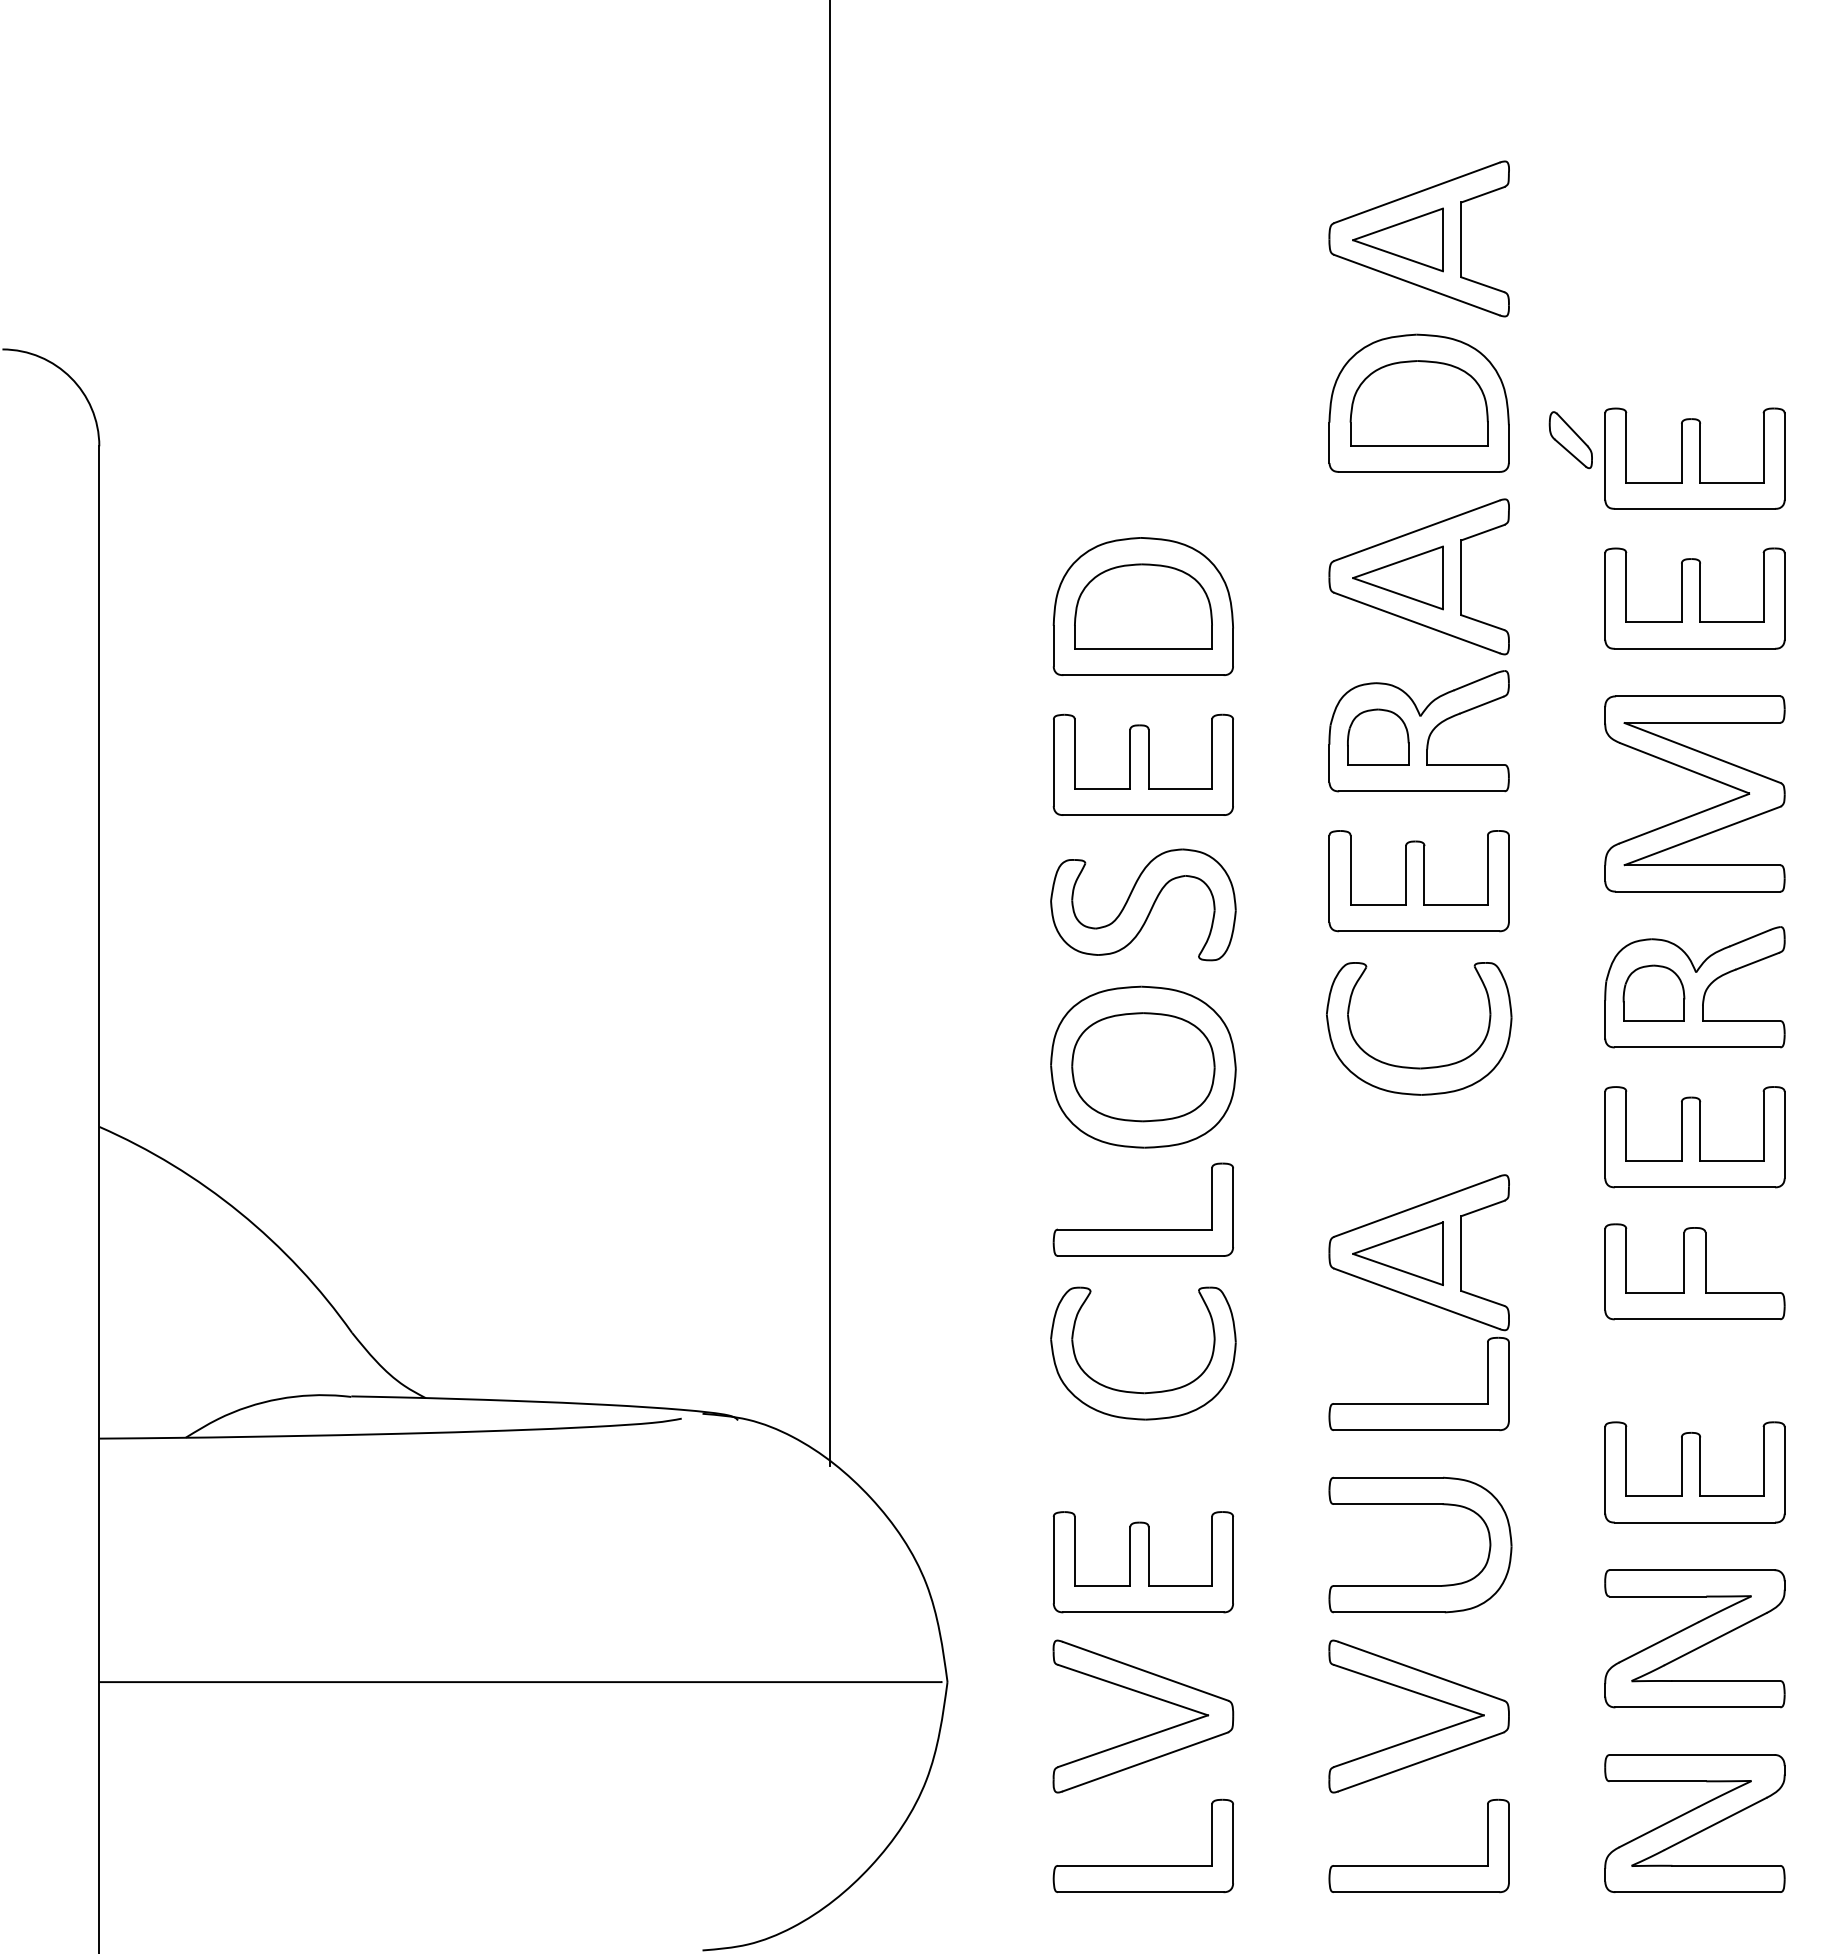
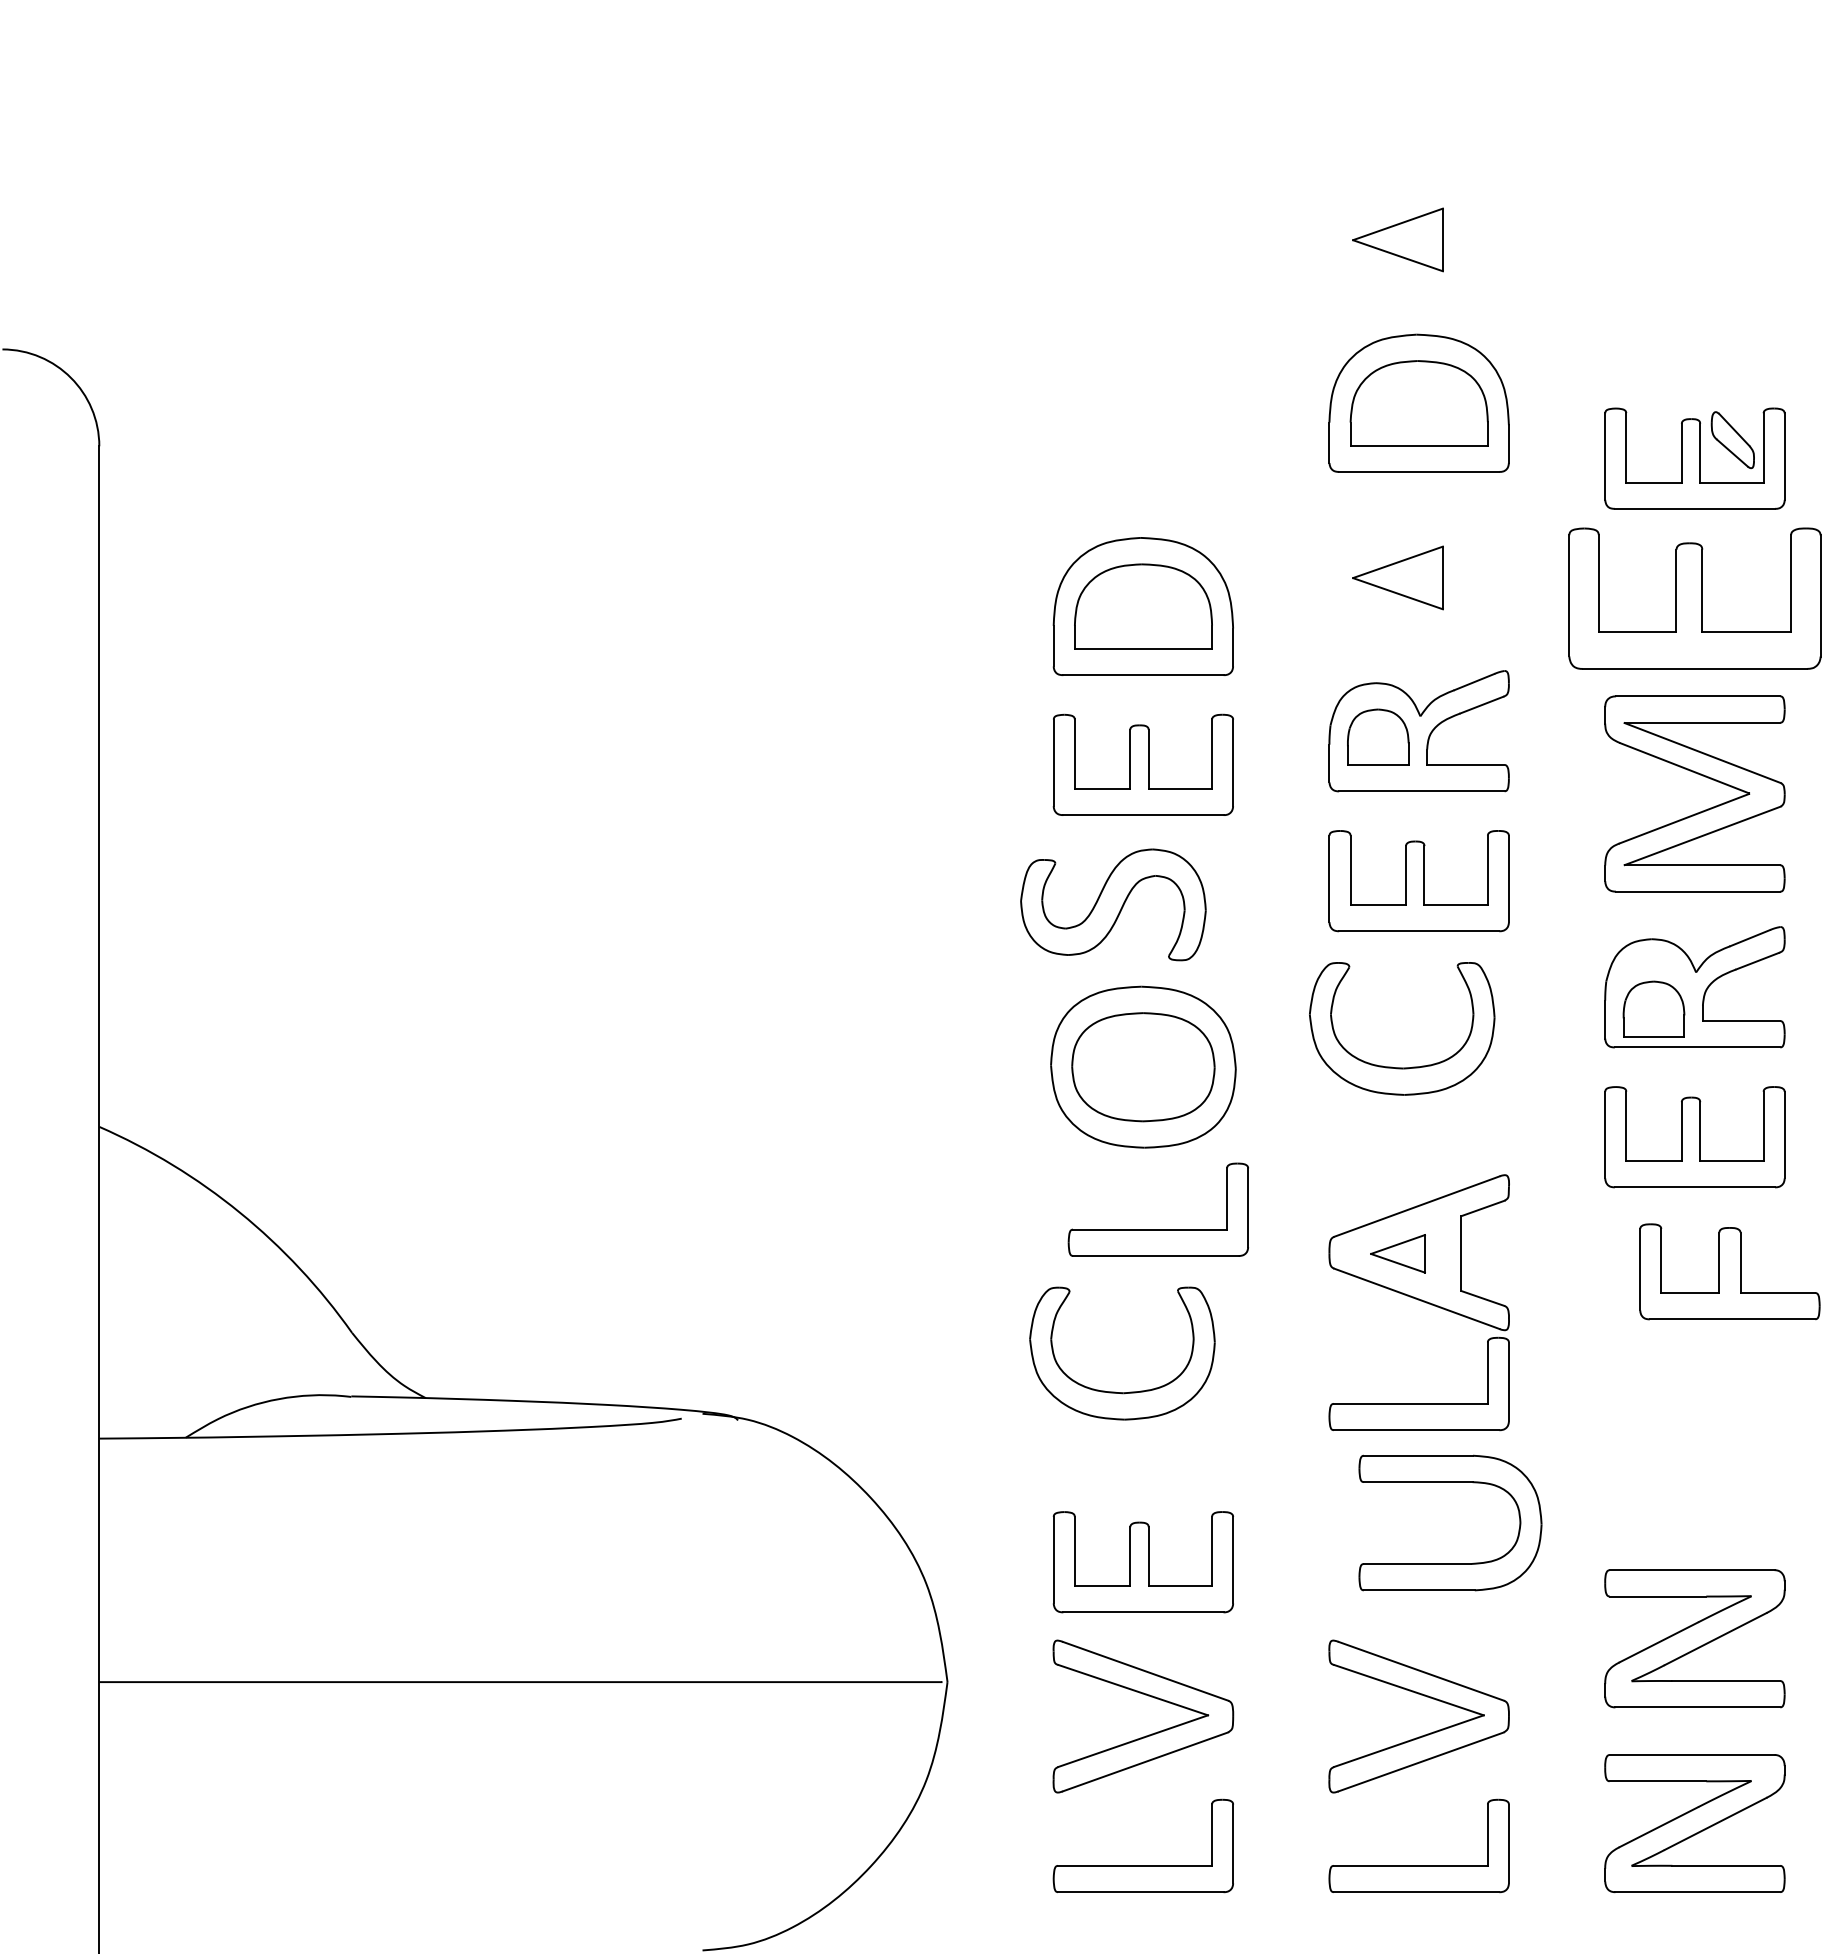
part at (1418, 238): present -> none
part at (1570, 440) position: (1570, 440) -> (1732, 440)
part at (1418, 576): present -> none
part at (1694, 598) size: 182x103 px -> 254x143 px
line at (829, 733): present -> none
part at (1143, 904) position: (1143, 904) -> (1113, 904)
part at (1653, 992) position: (1653, 992) -> (1653, 1008)
part at (1419, 1067) position: (1419, 1067) -> (1402, 1067)
part at (1142, 1229) position: (1142, 1229) -> (1157, 1229)
part at (1397, 1253) size: 92x66 px -> 56x40 px
part at (1694, 1271) position: (1694, 1271) -> (1729, 1271)
part at (1136, 1391) position: (1136, 1391) -> (1115, 1391)
part at (1694, 1472): present -> none
part at (1420, 1504) position: (1420, 1504) -> (1450, 1482)
